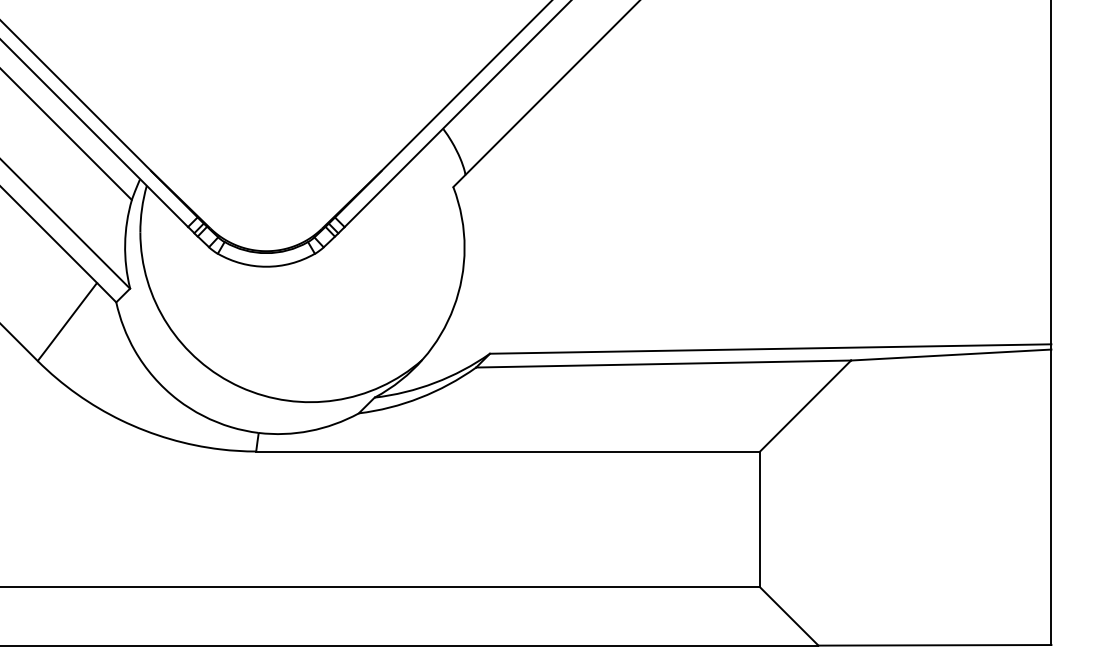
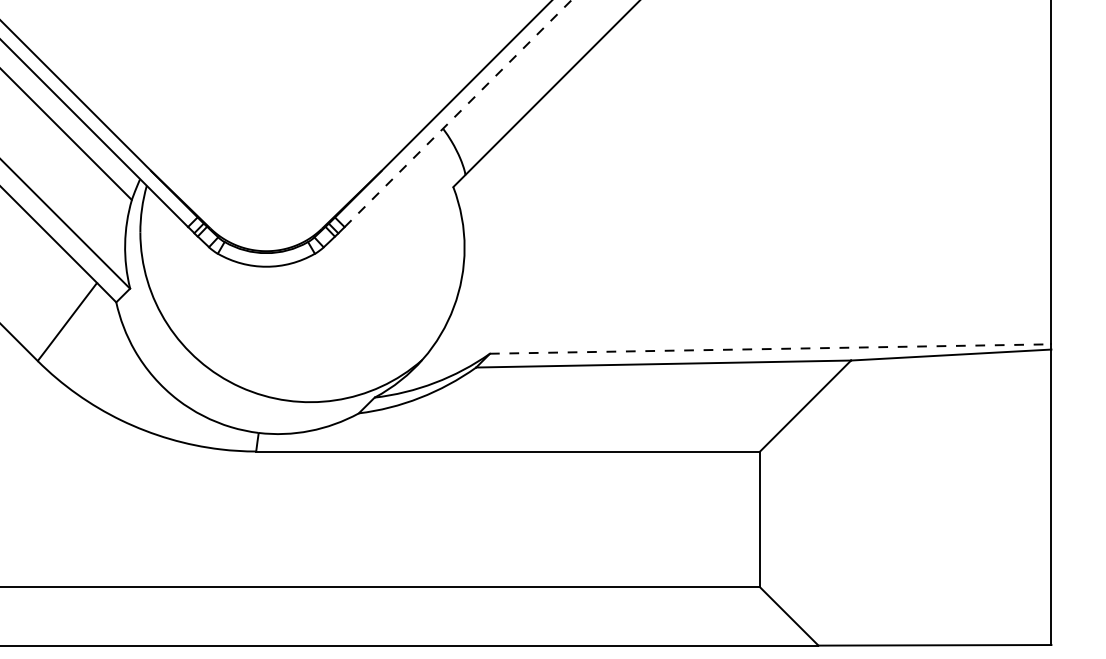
line at (458, 113): solid -> dashed
line at (770, 349): solid -> dashed
